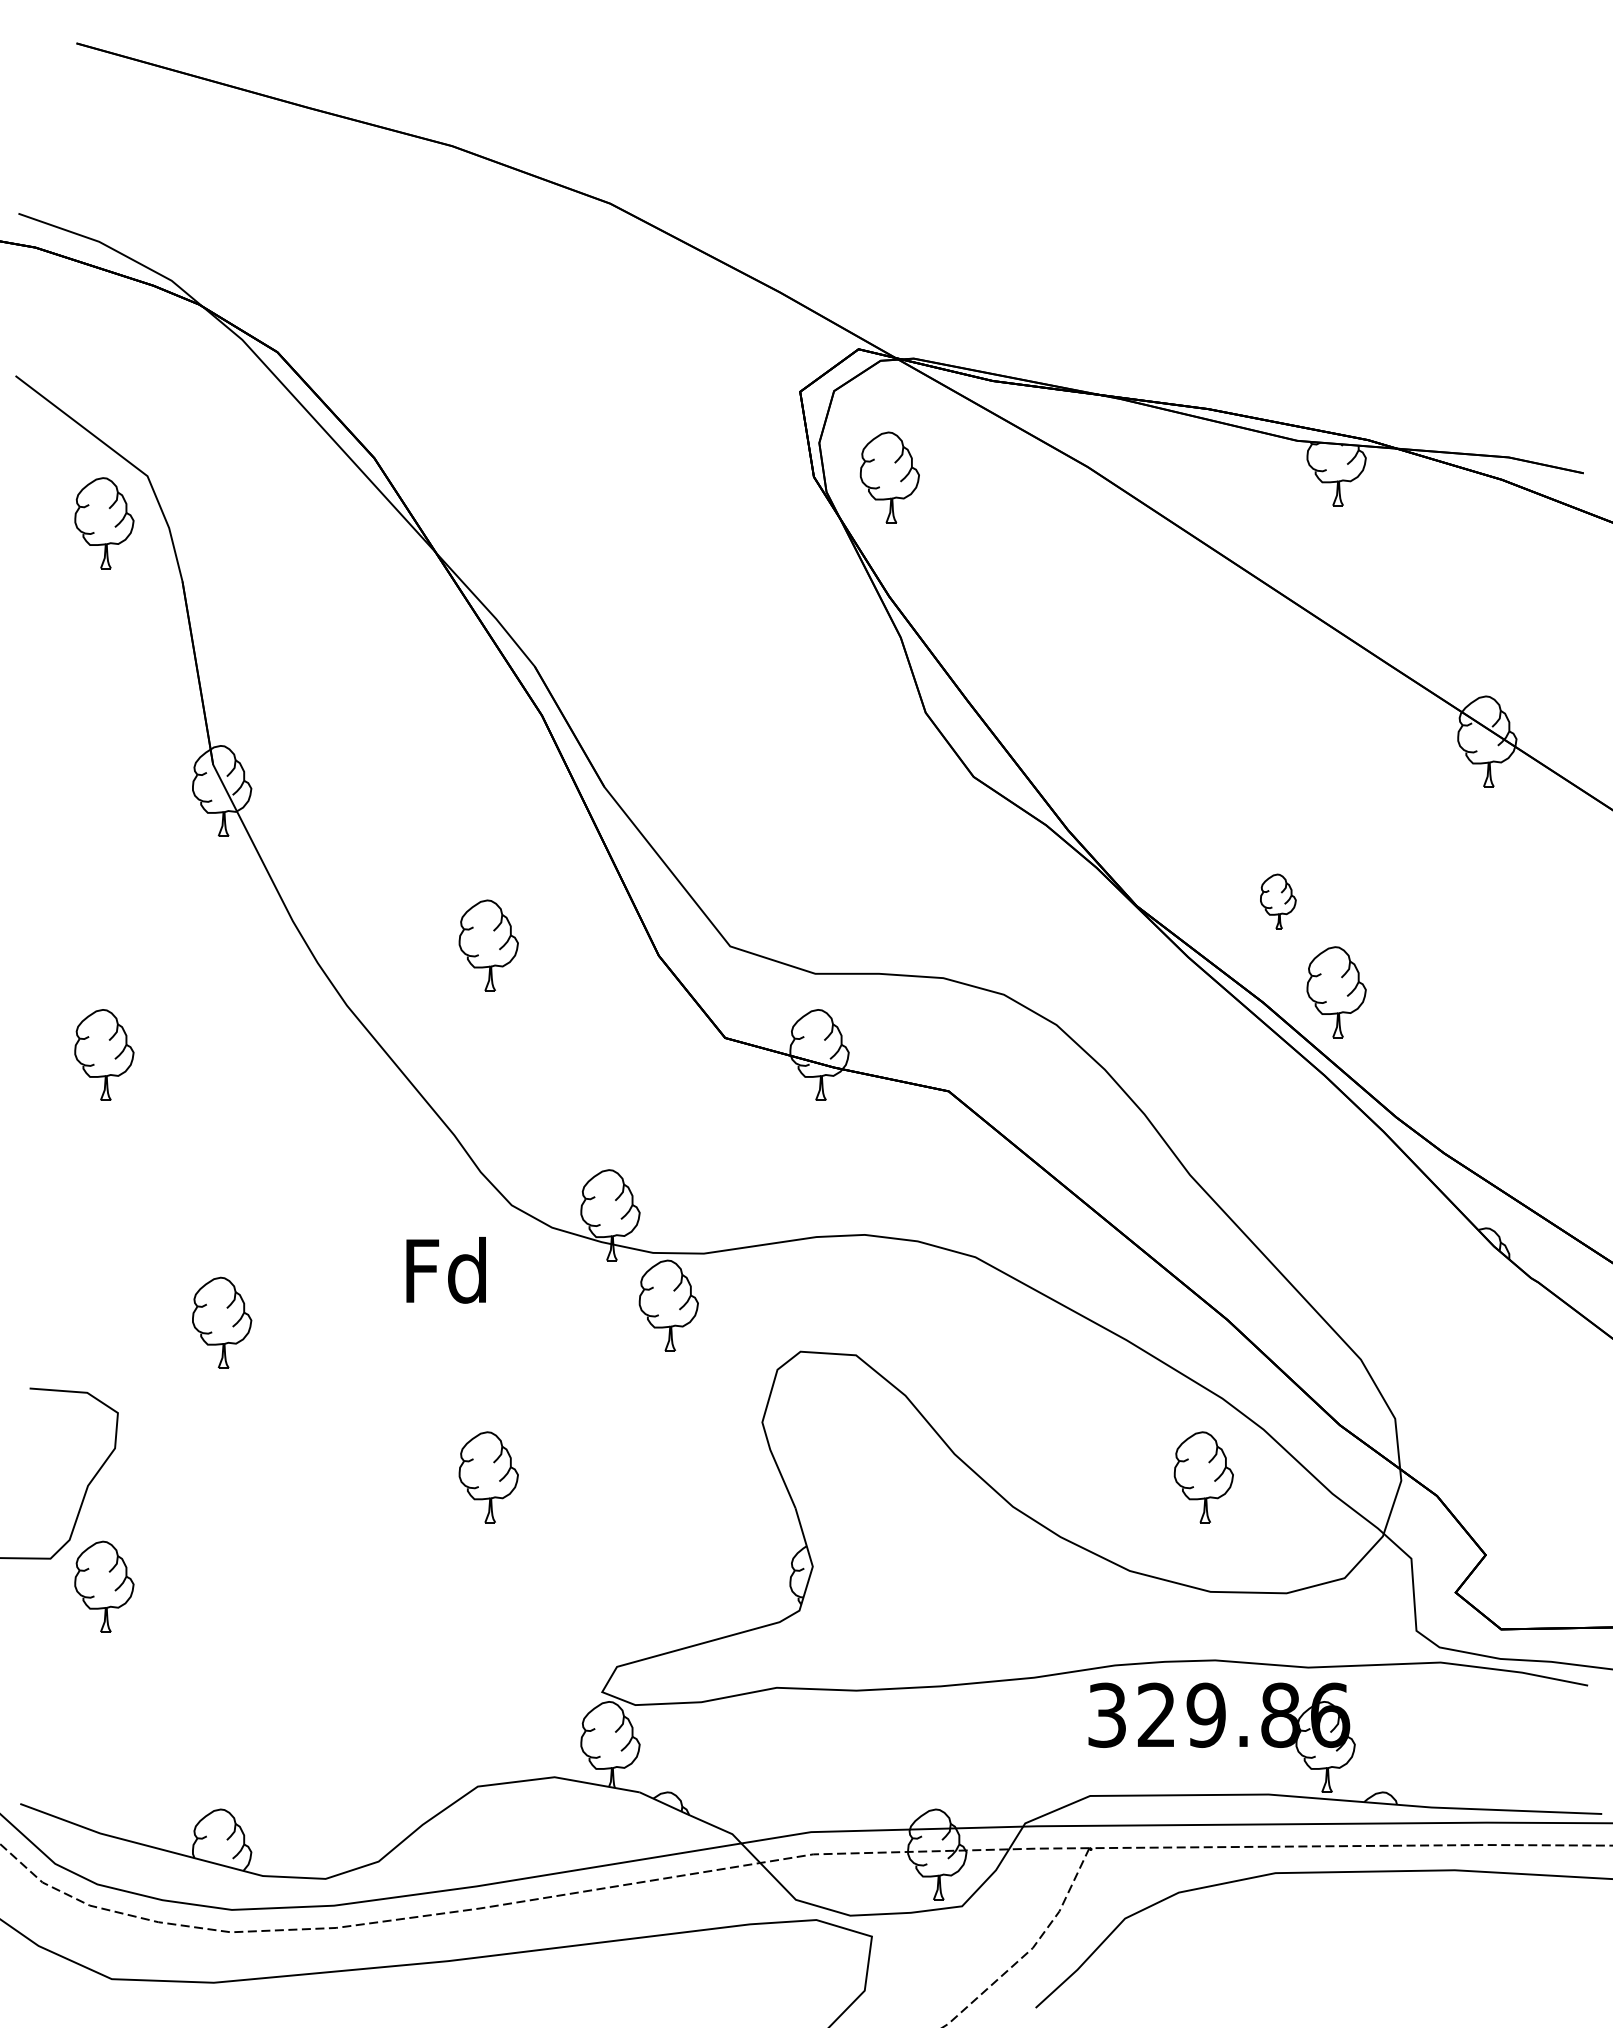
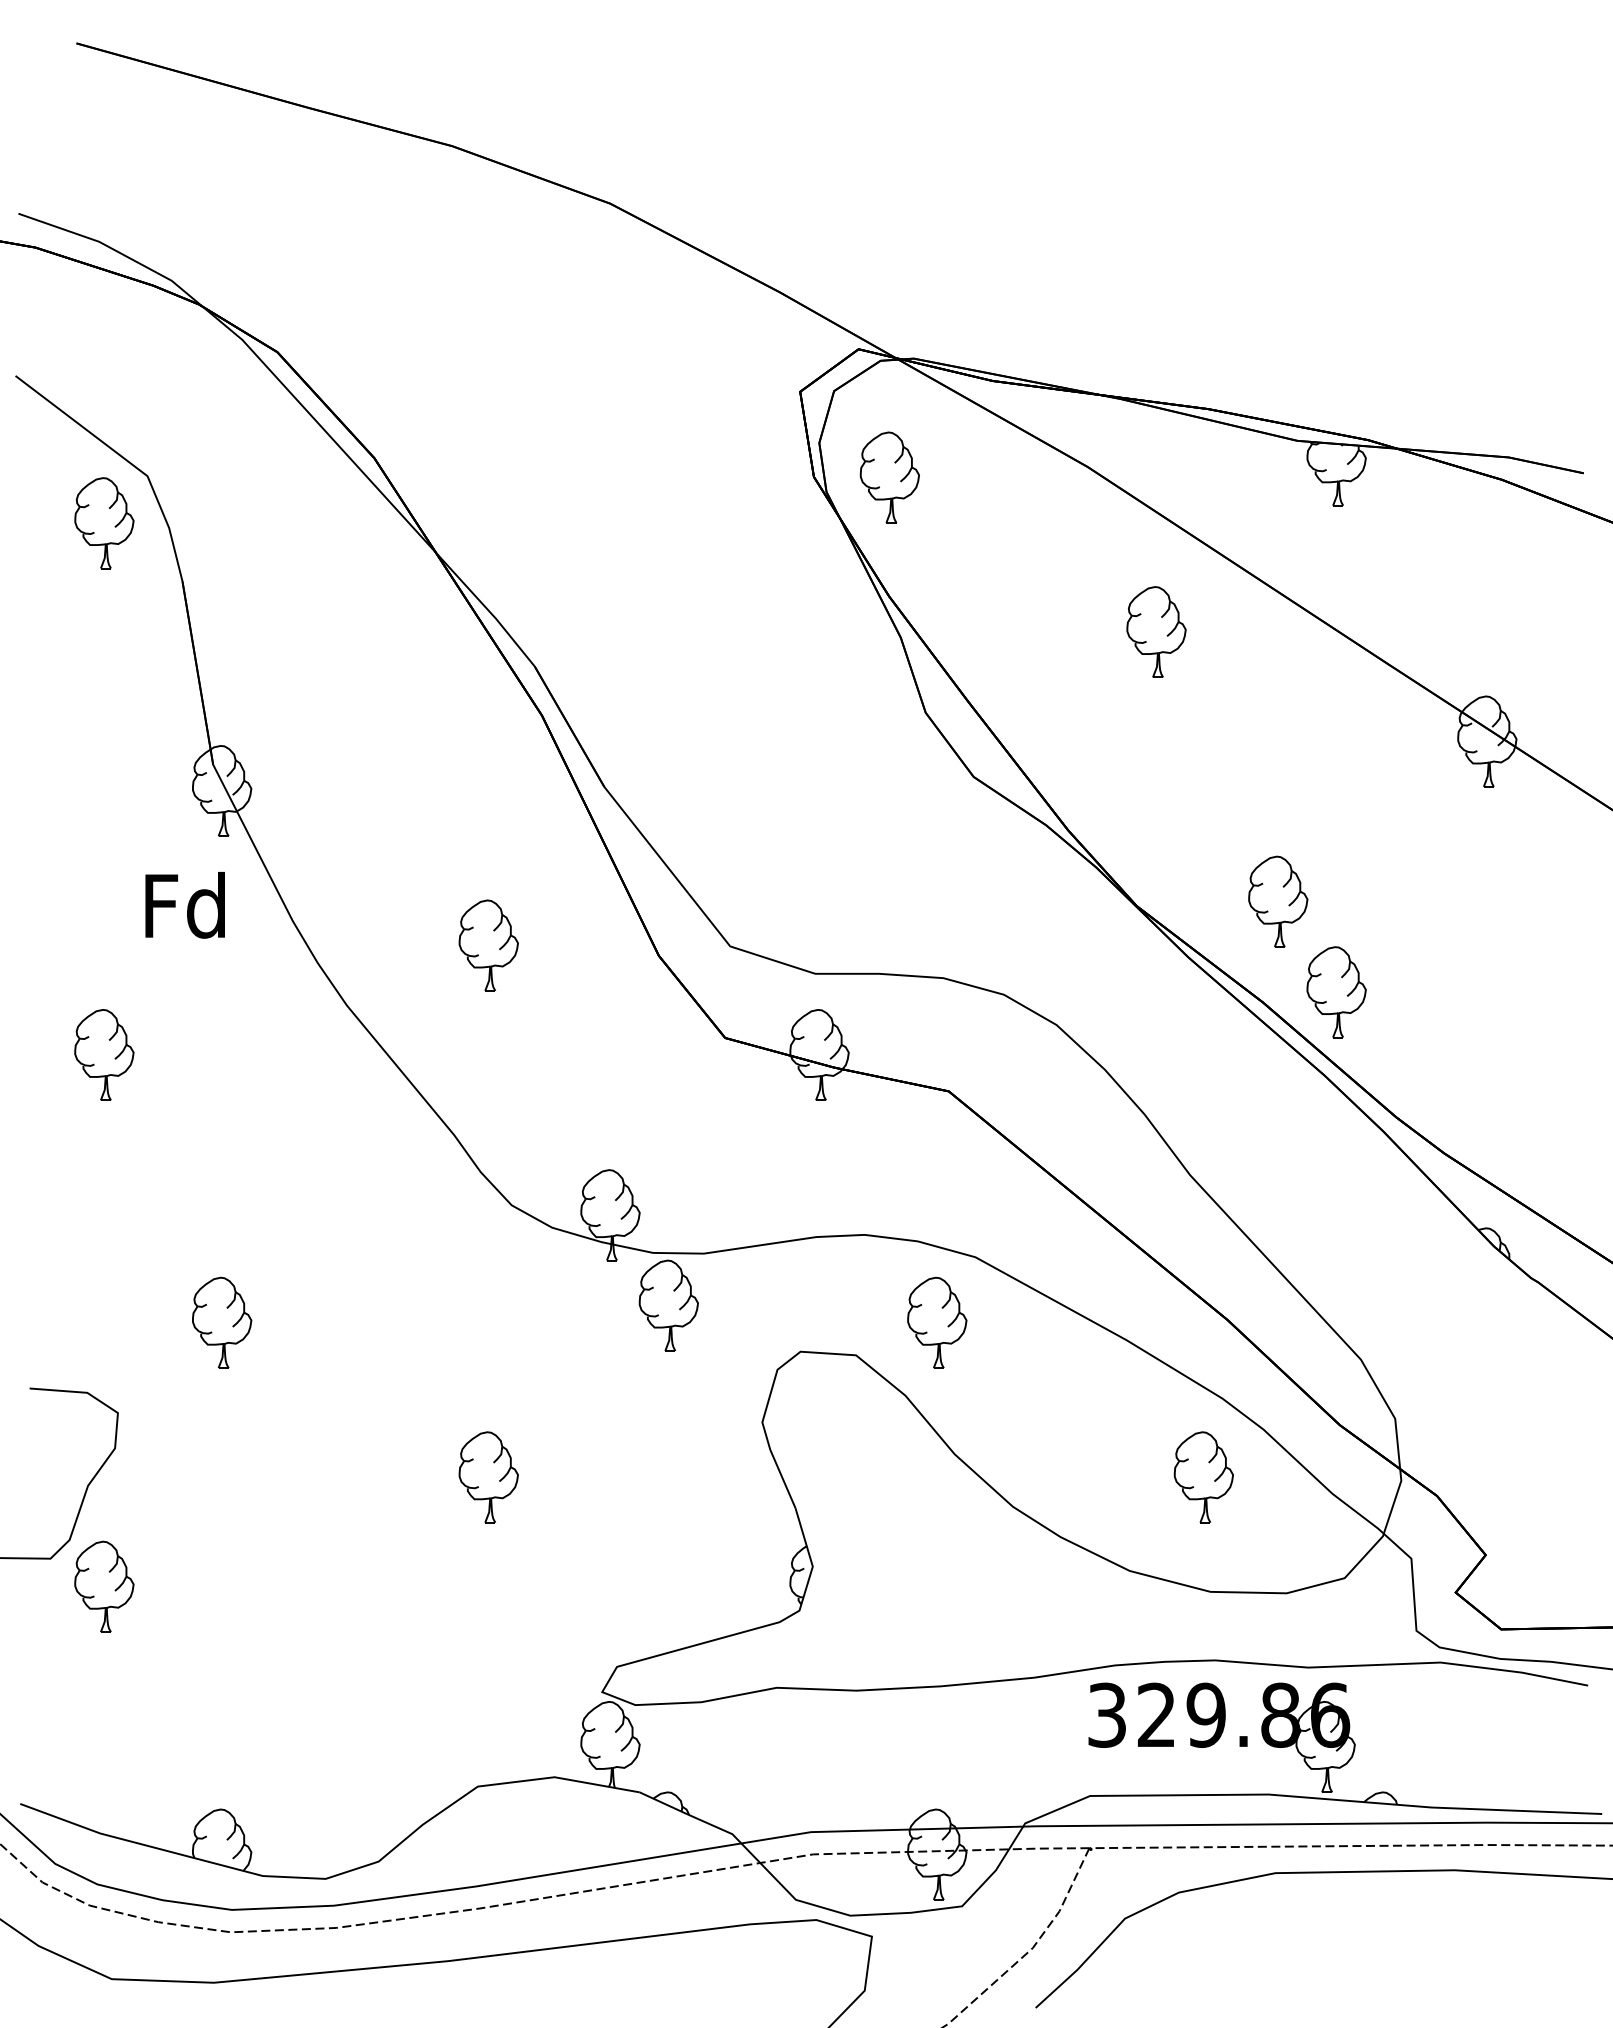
part at (1156, 631): none -> present
part at (1278, 901) size: 37x57 px -> 61x93 px
text at (445, 1270) position: (445, 1270) -> (184, 905)
part at (937, 1322): none -> present
